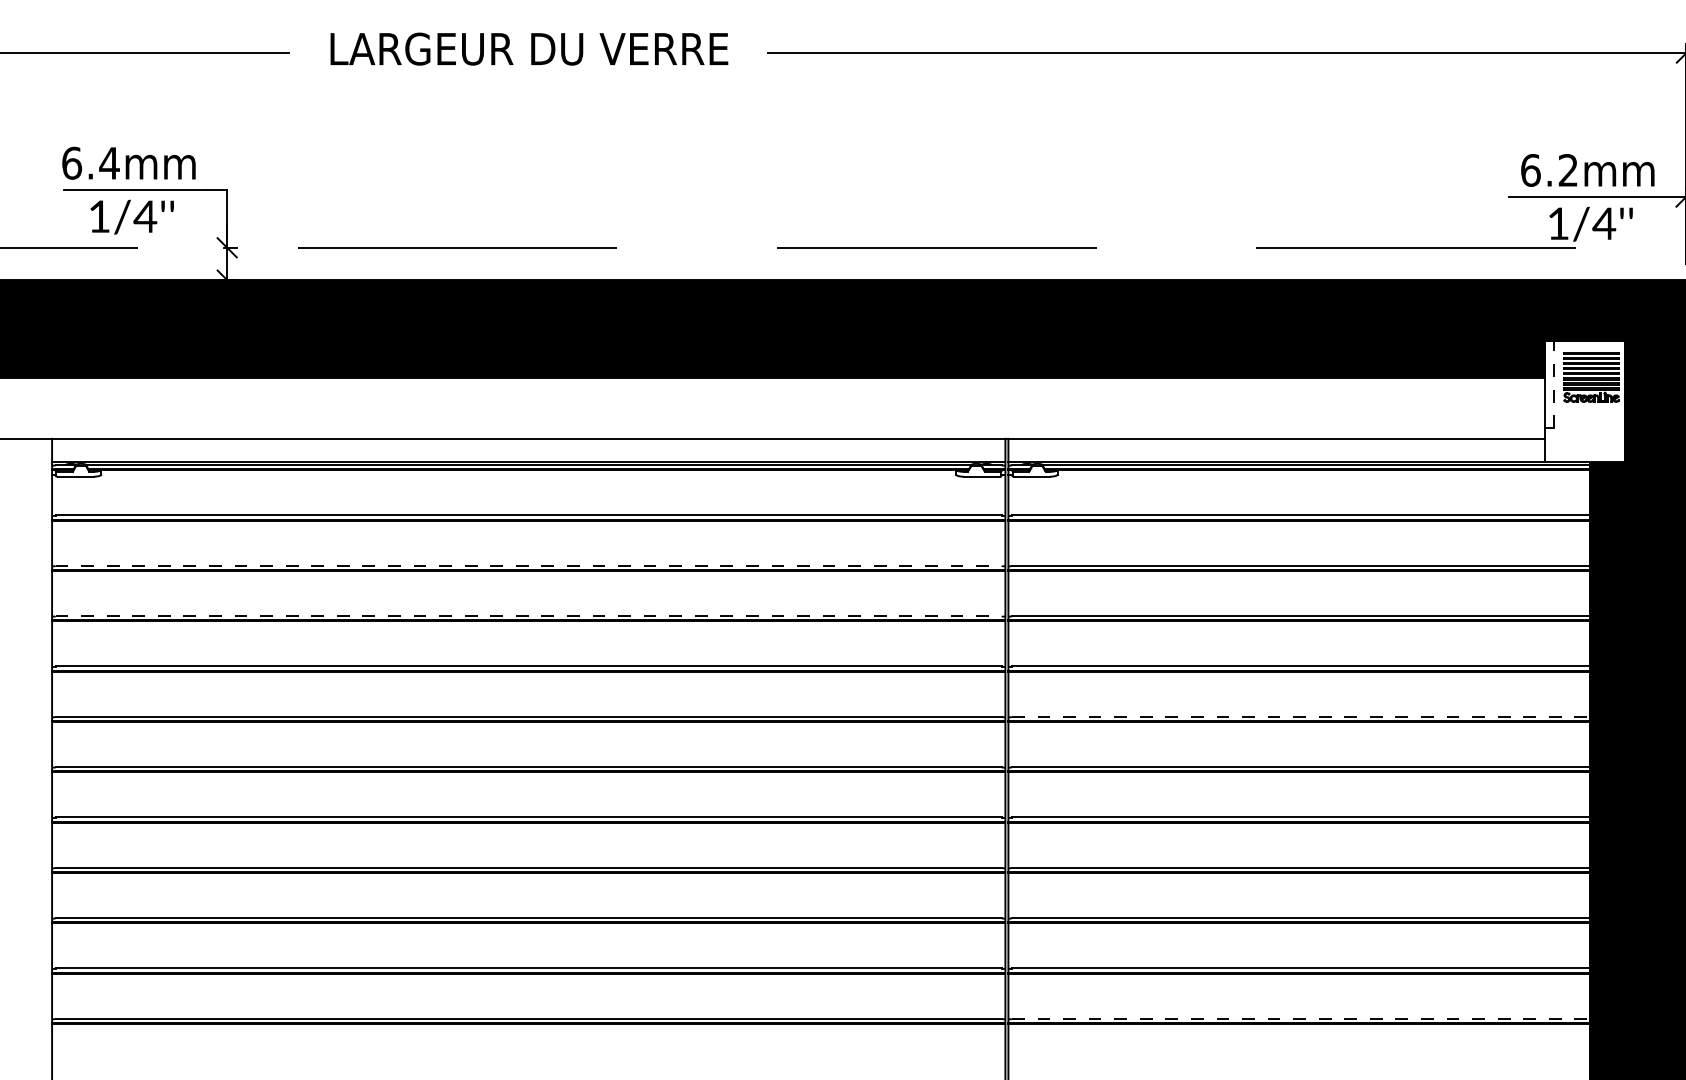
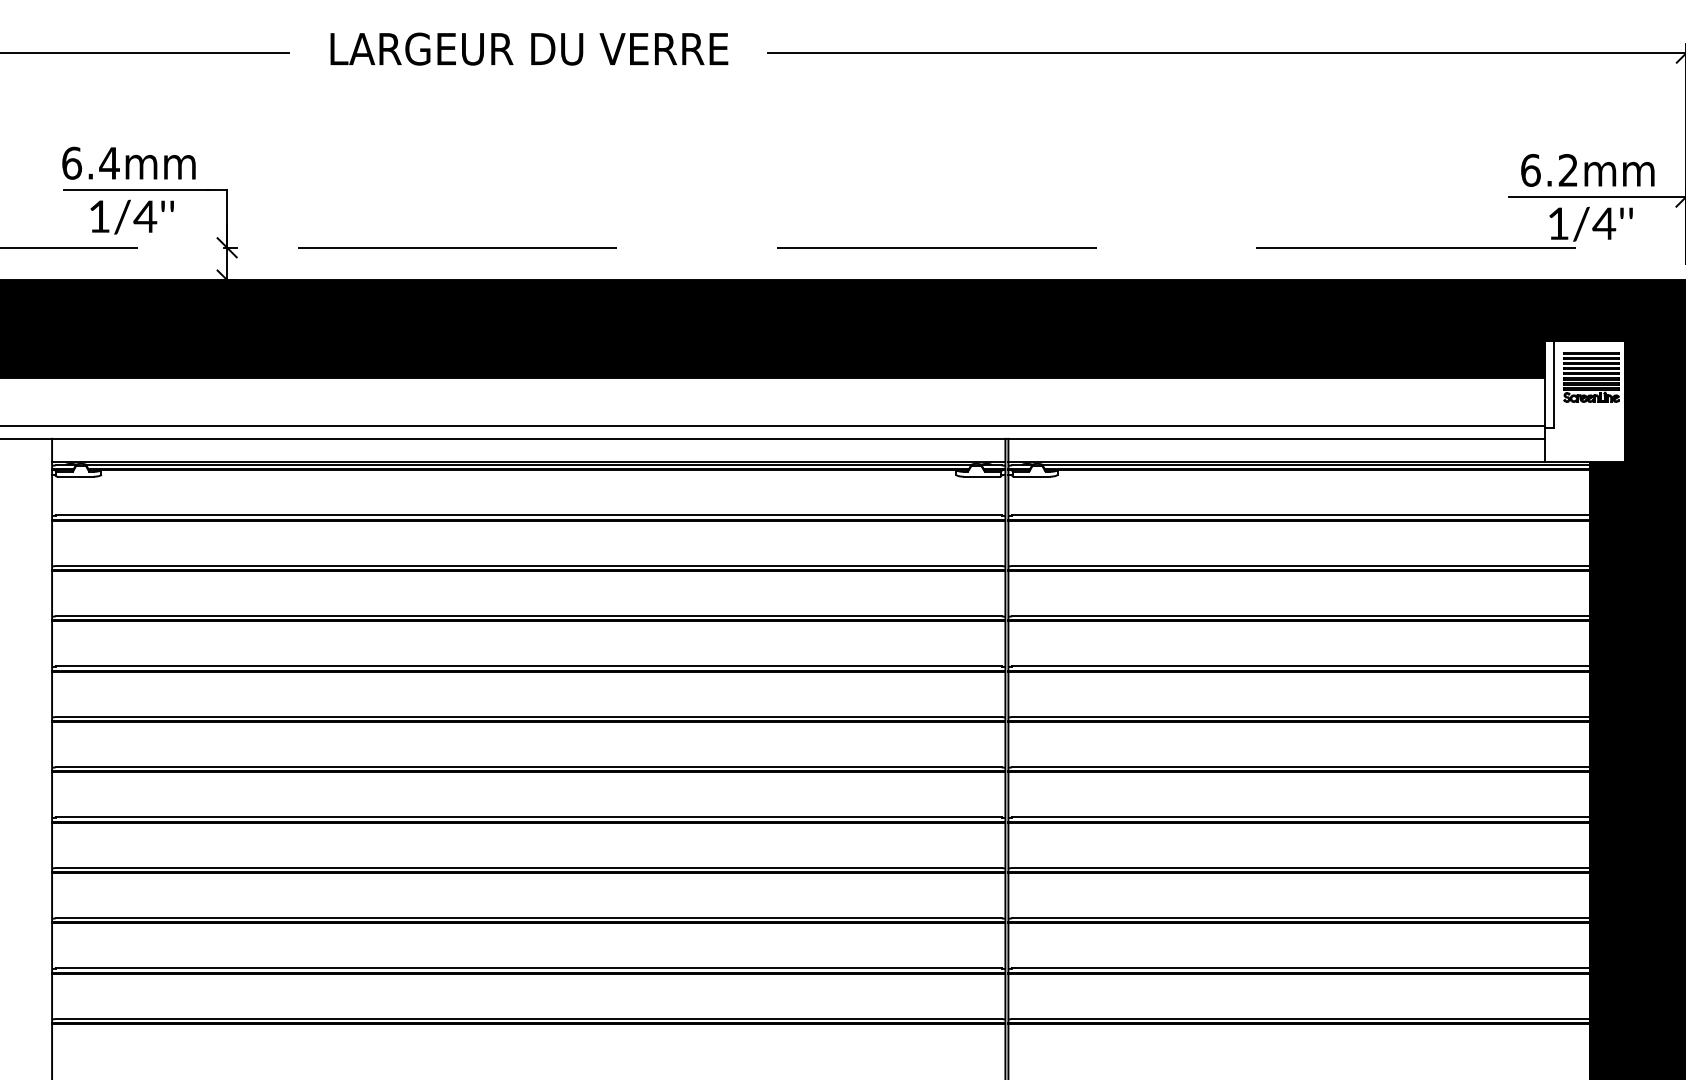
line at (1554, 384): dashed -> solid
line at (773, 425): none -> present
line at (529, 565): dashed -> solid
line at (529, 615): dashed -> solid
line at (1301, 716): dashed -> solid
line at (1301, 1018): dashed -> solid
